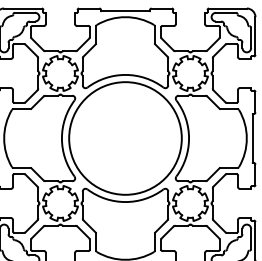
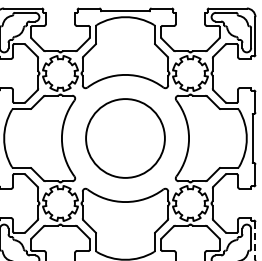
circle at (125, 138) diameter: 113 px -> 79 px
line at (255, 240): solid -> dashed
